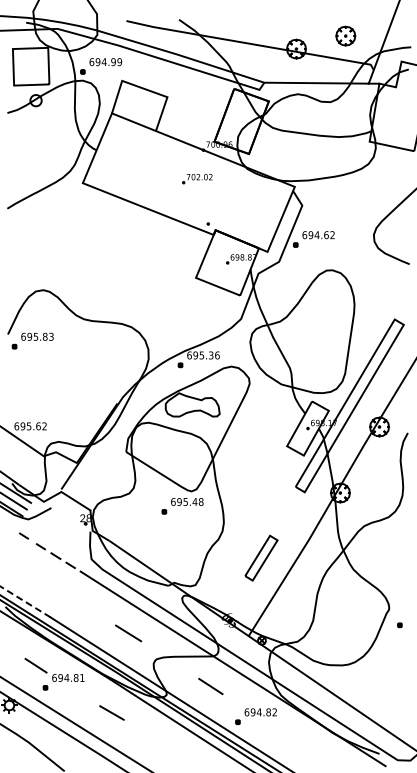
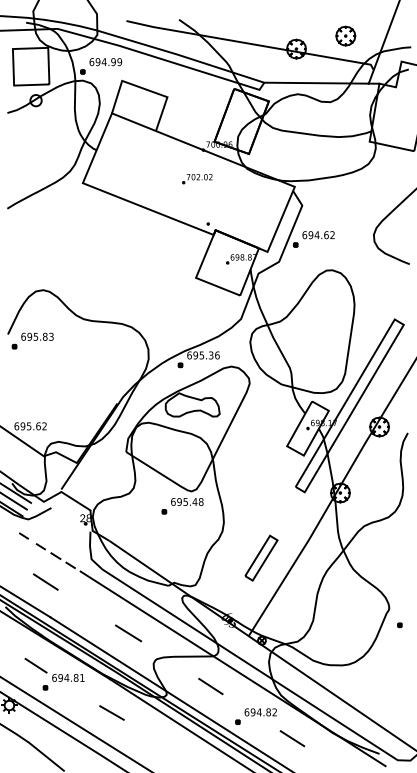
line at (45, 581): none -> present
line at (25, 601): dashed -> solid
line at (292, 738): none -> present
